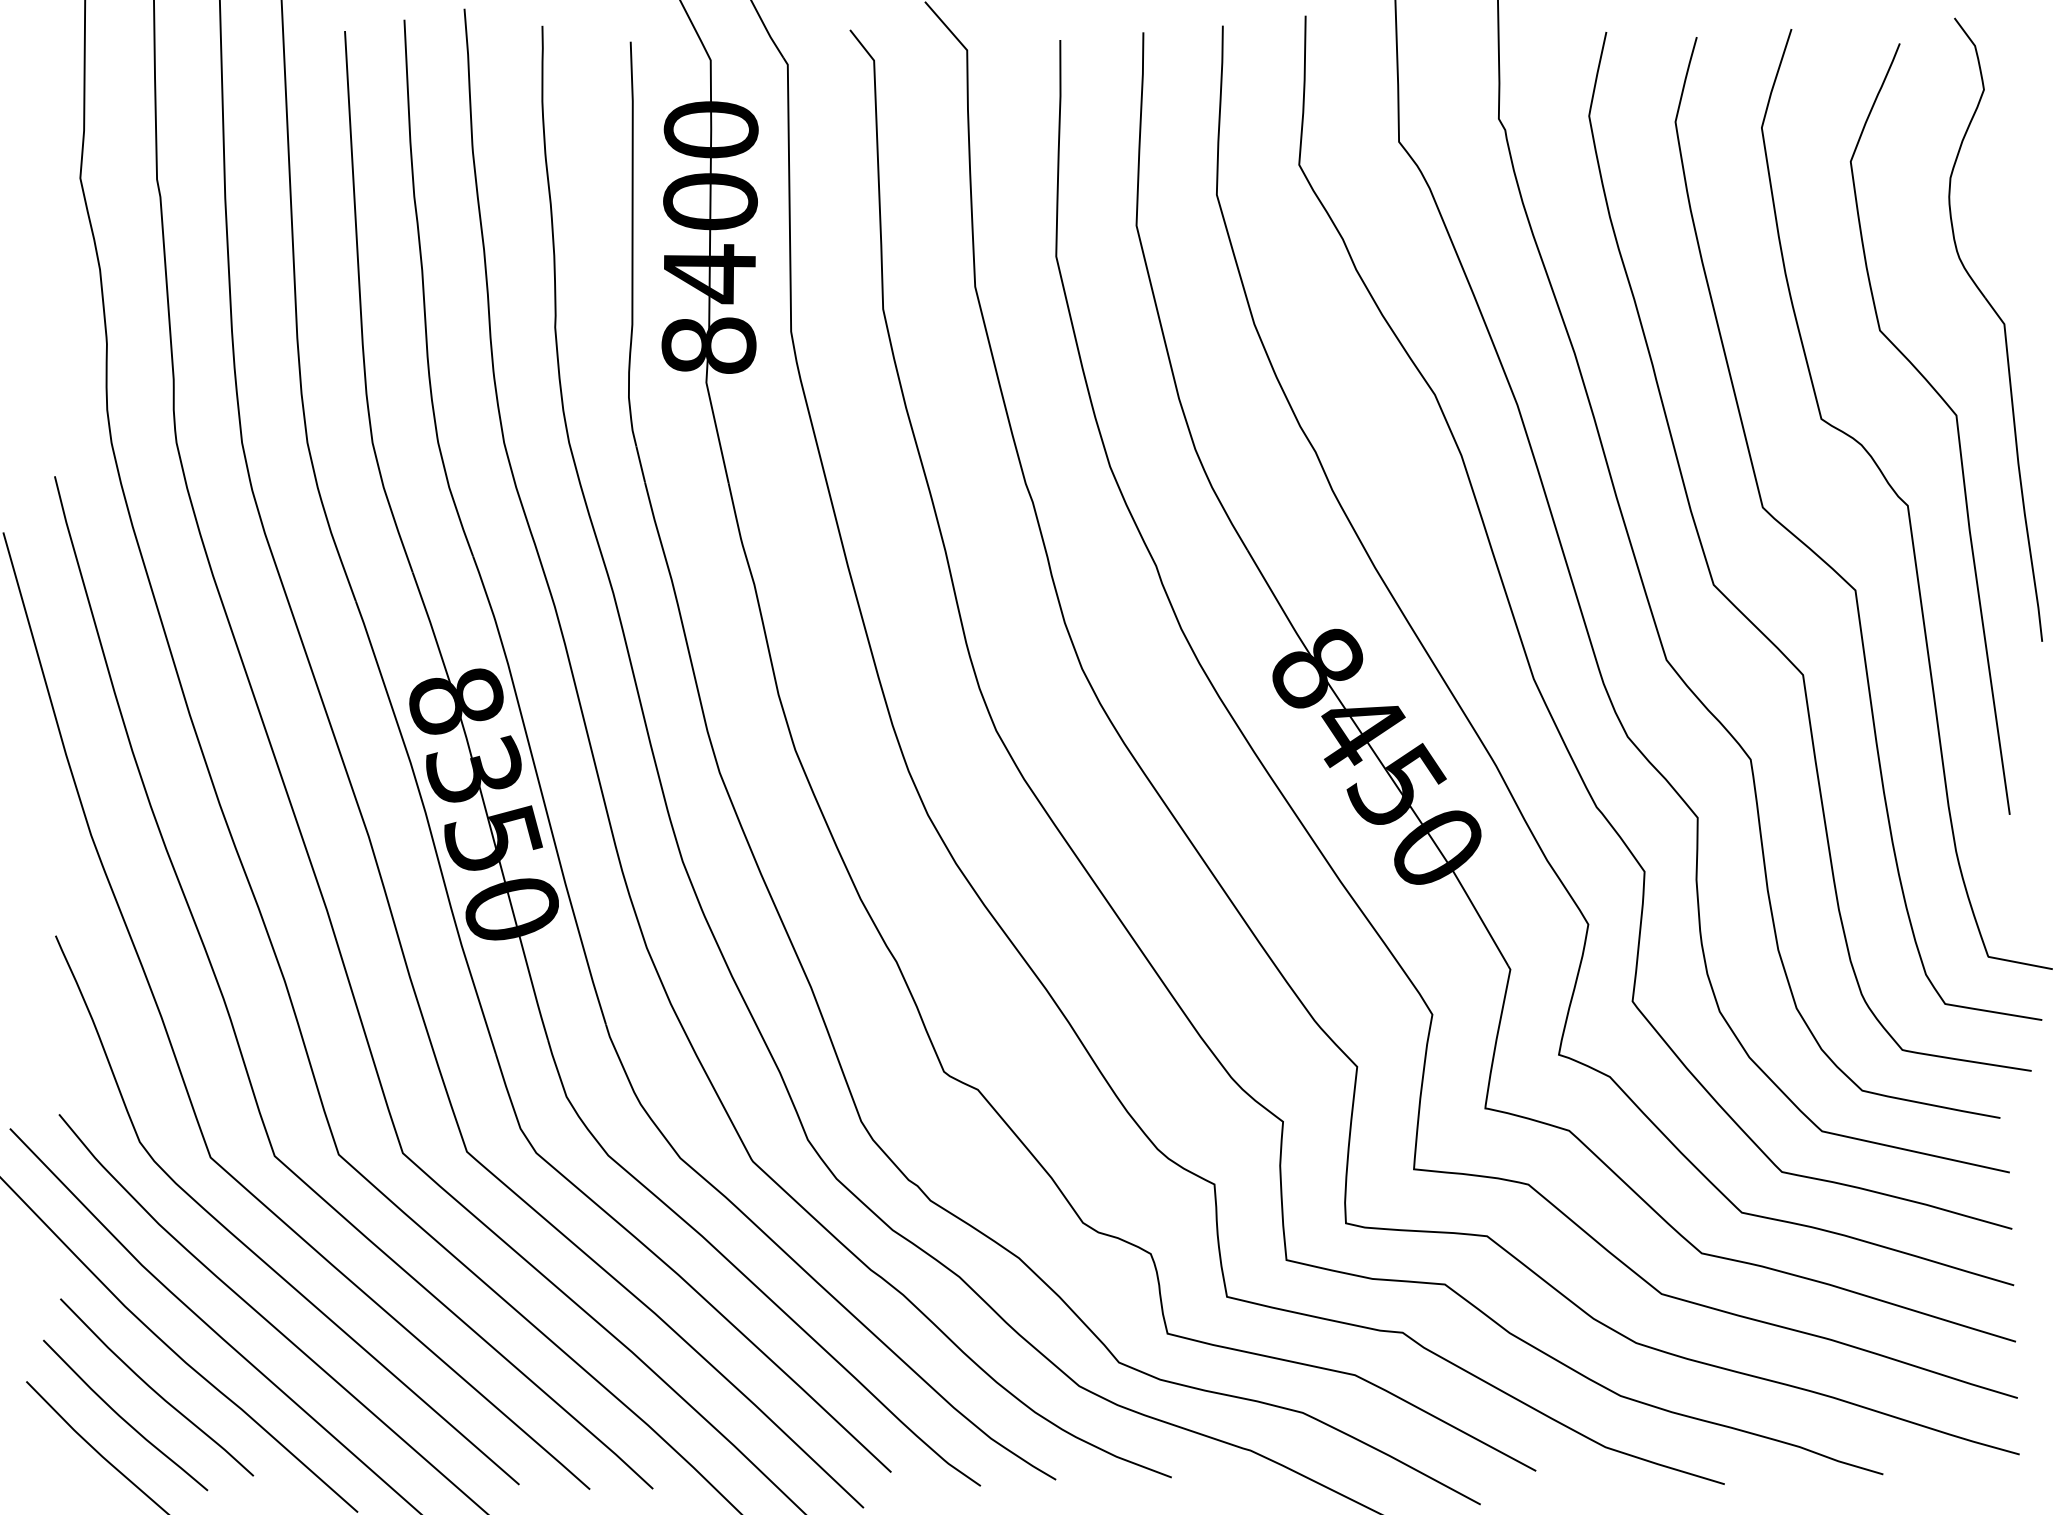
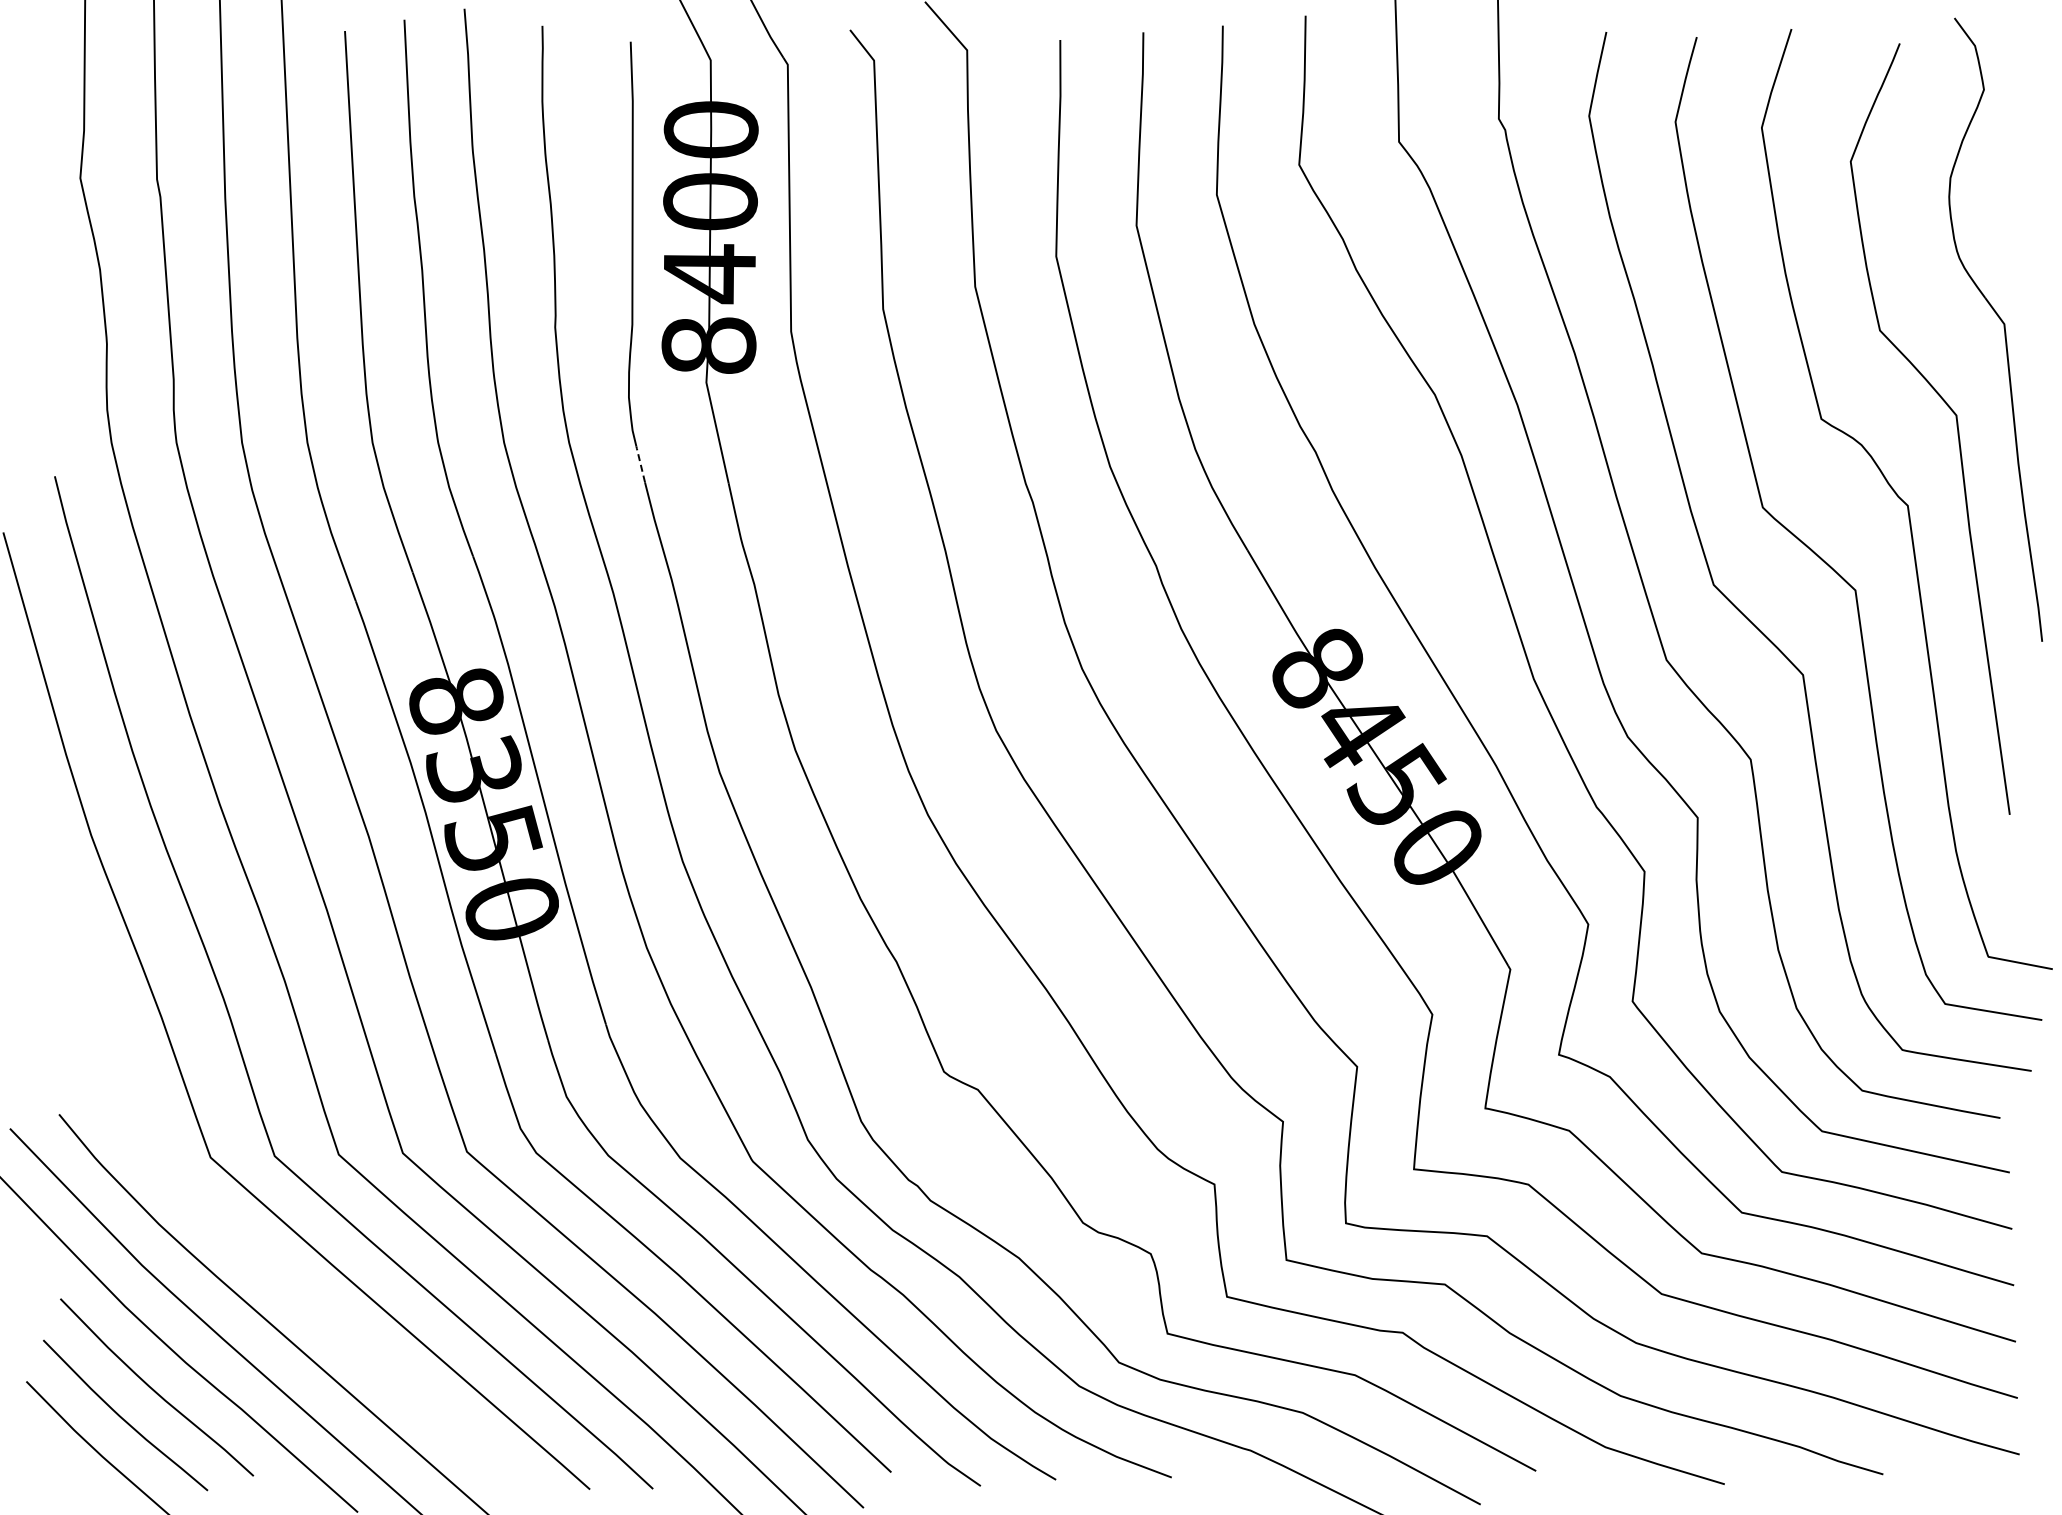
line at (640, 463): solid -> dashed
curve at (256, 1253): present -> none
